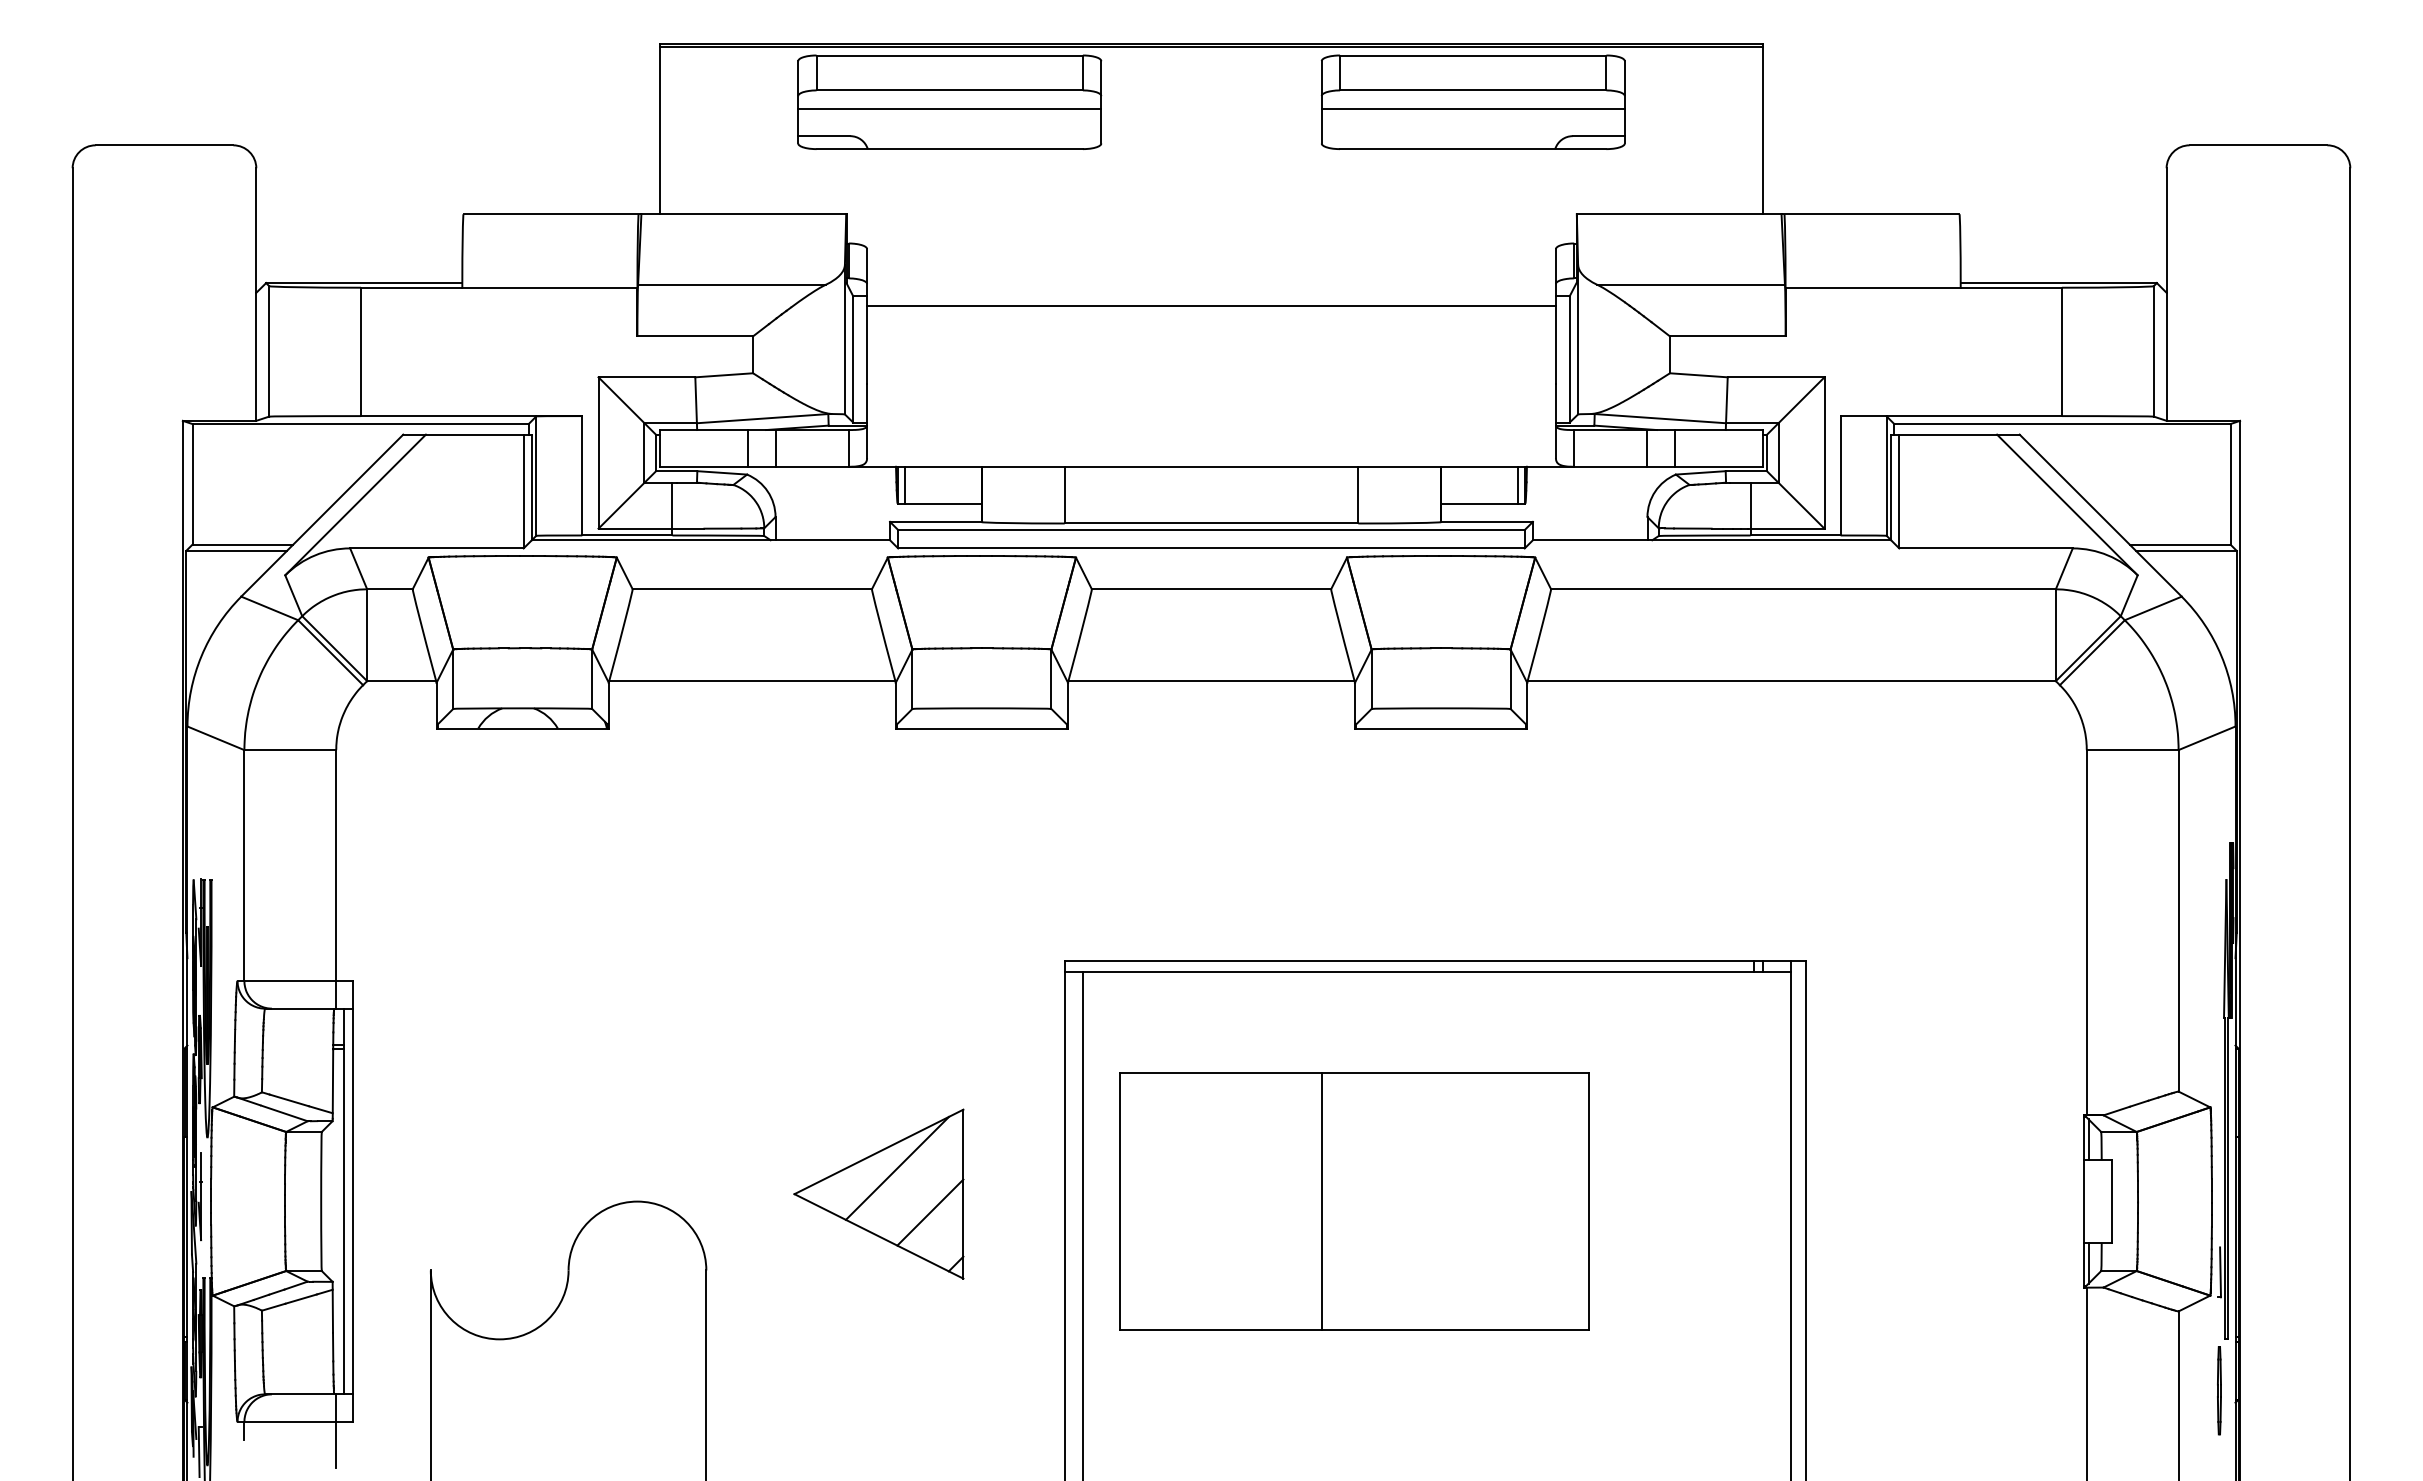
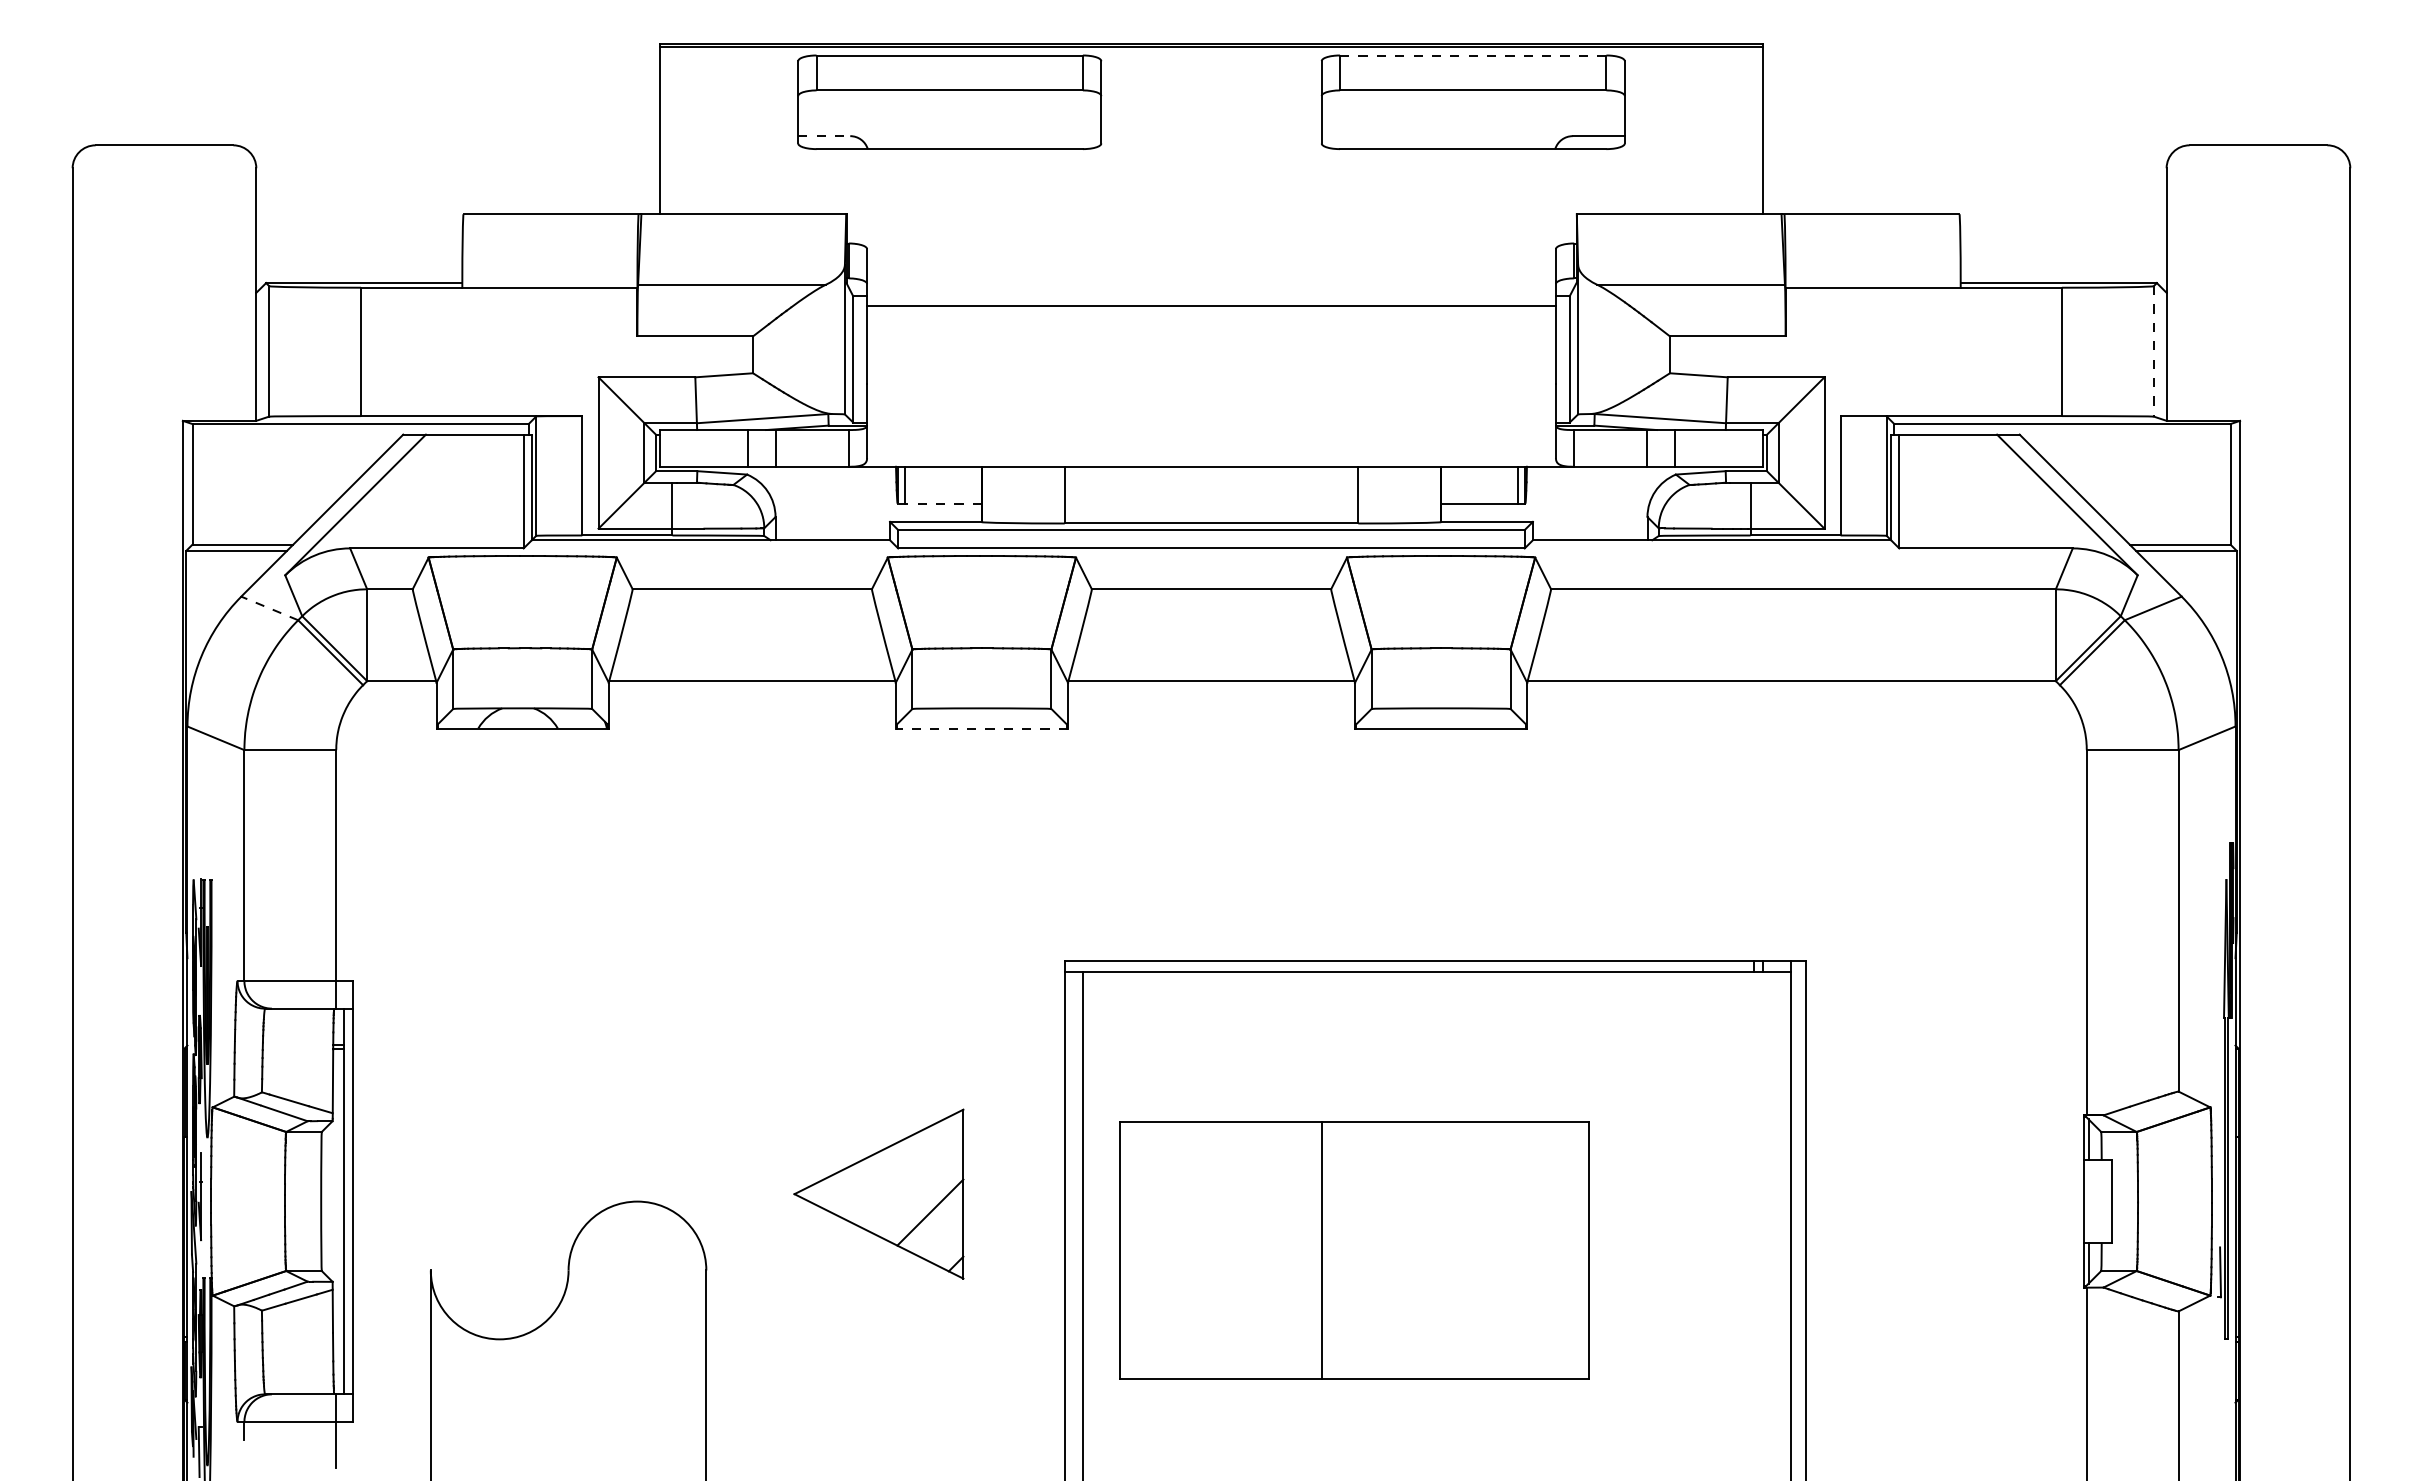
line at (1473, 55): solid -> dashed
line at (949, 108): present -> none
line at (1472, 108): present -> none
line at (824, 136): solid -> dashed
line at (2153, 351): solid -> dashed
line at (939, 503): solid -> dashed
line at (269, 608): solid -> dashed
line at (981, 728): solid -> dashed
line at (896, 1167): present -> none
part at (1354, 1201) position: (1354, 1201) -> (1354, 1250)
line at (2218, 1390): present -> none
